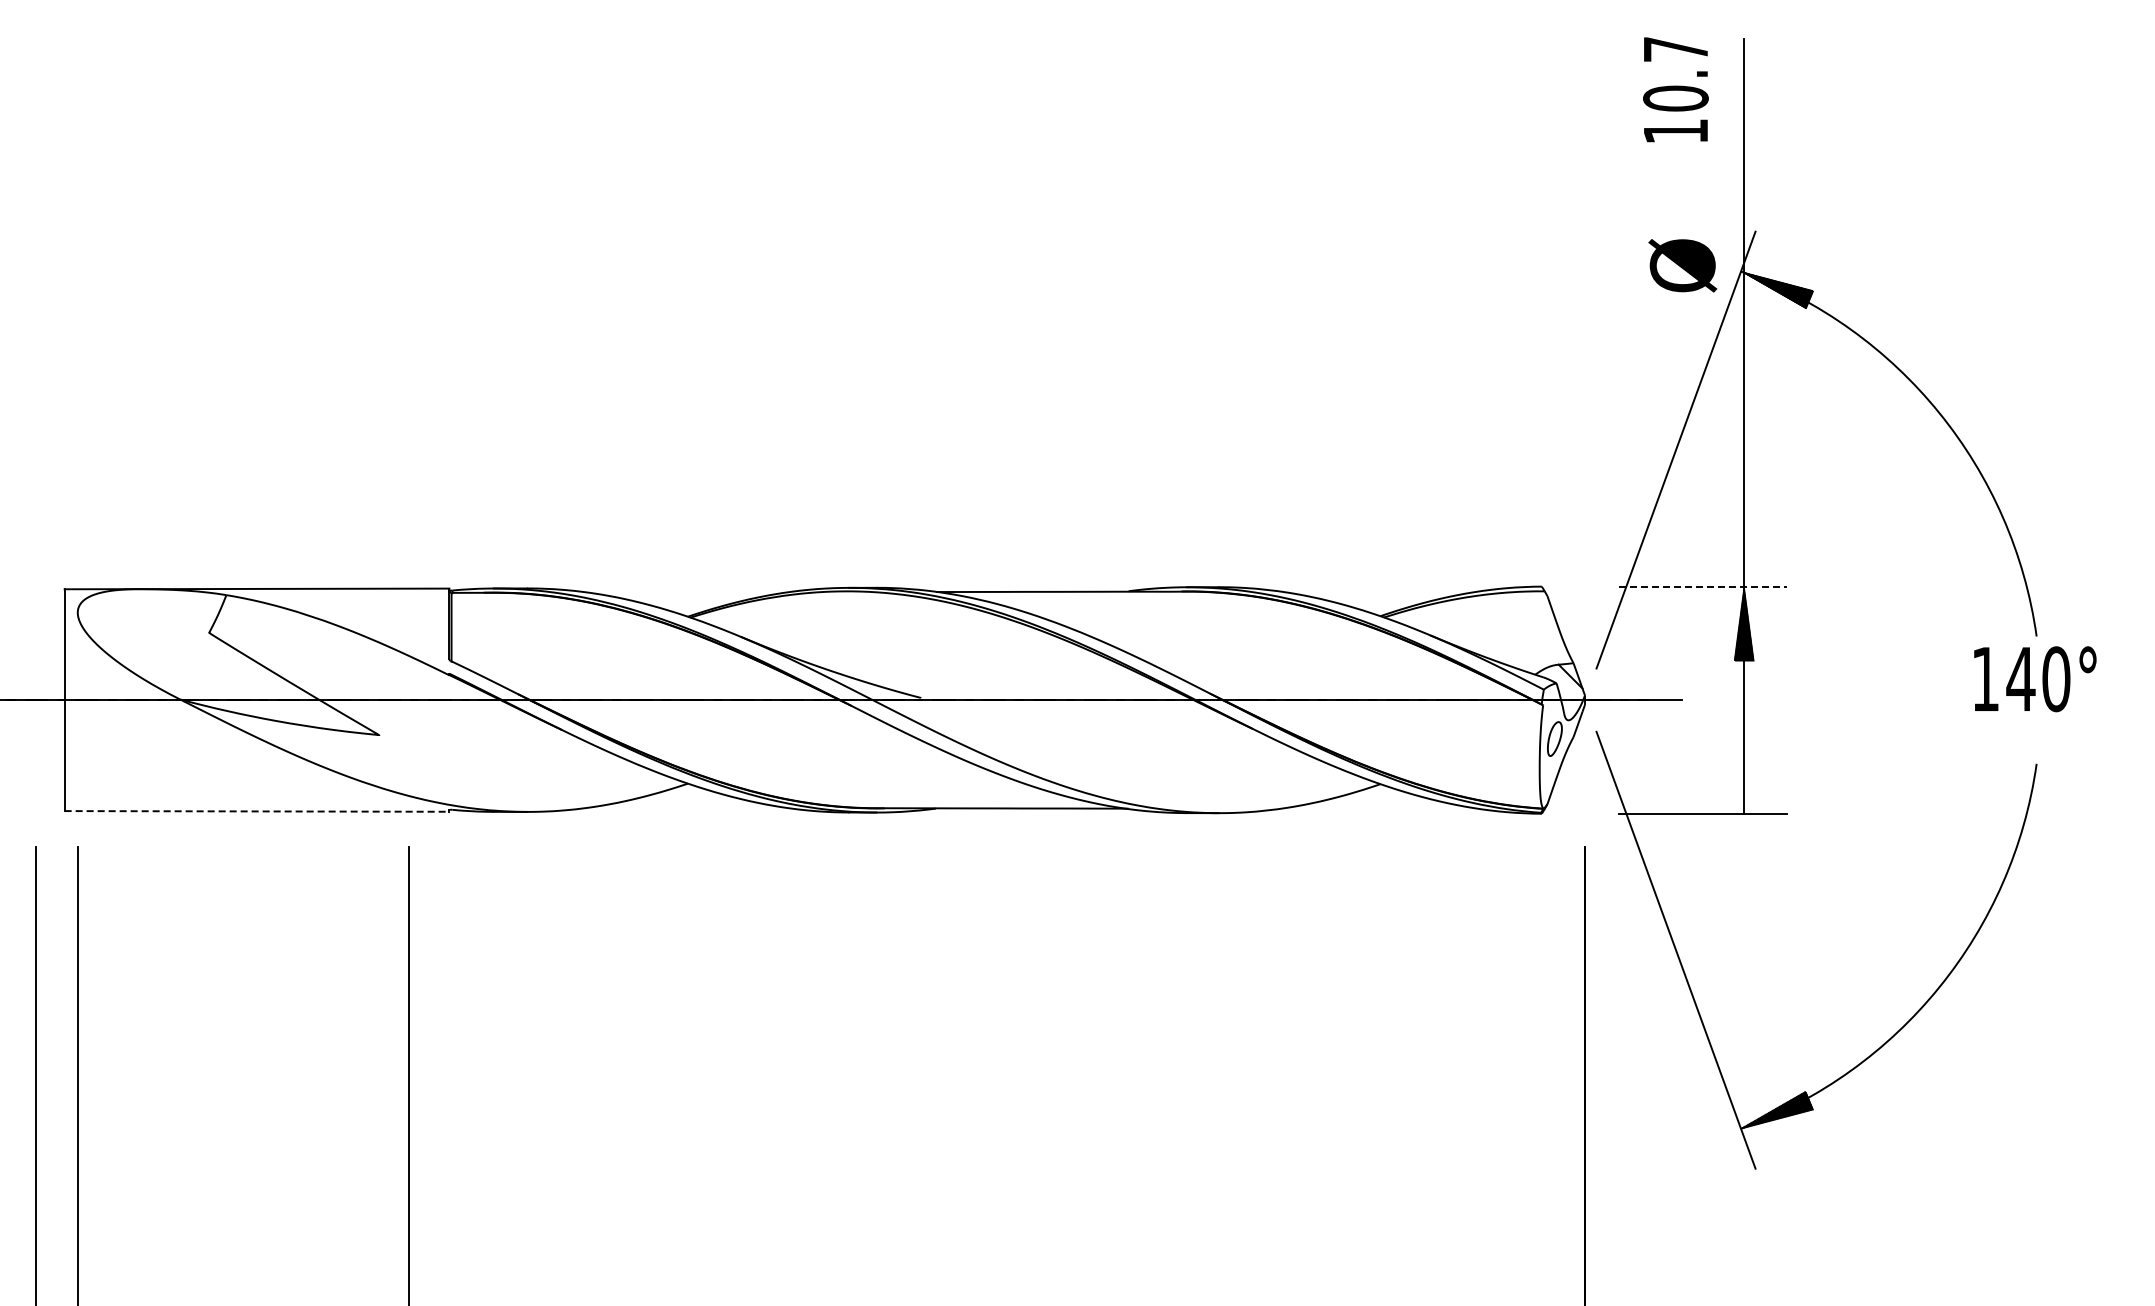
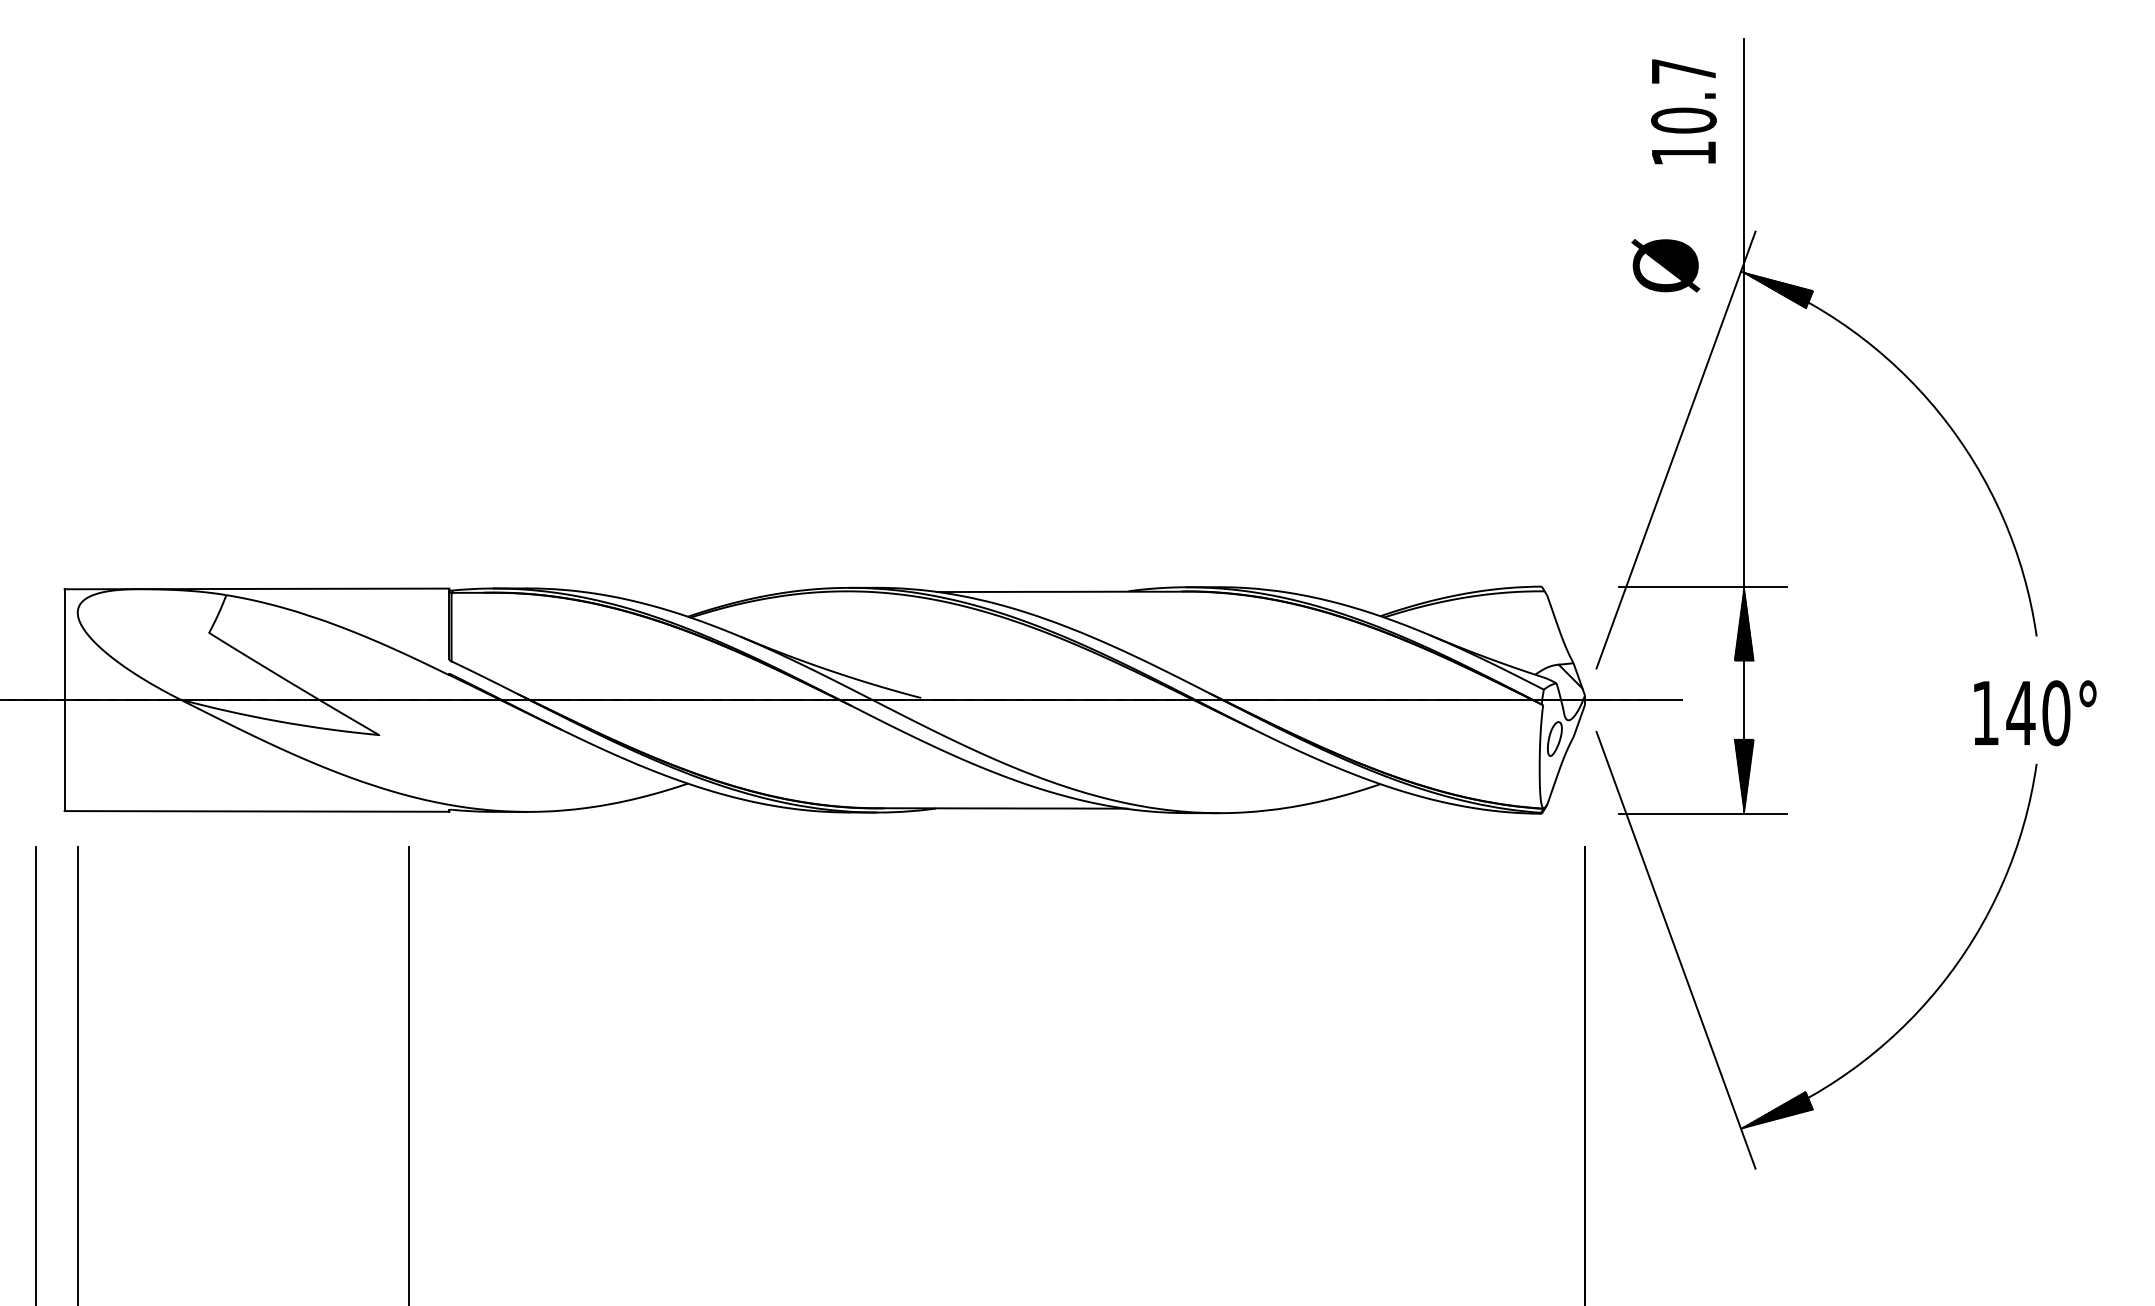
text at (1675, 89) position: (1675, 89) -> (1683, 111)
text at (1682, 265) position: (1682, 265) -> (1665, 265)
line at (1702, 586): dashed -> solid
text at (2035, 679) position: (2035, 679) -> (2035, 713)
hatch at (1743, 776): none -> present
line at (257, 811): dashed -> solid
